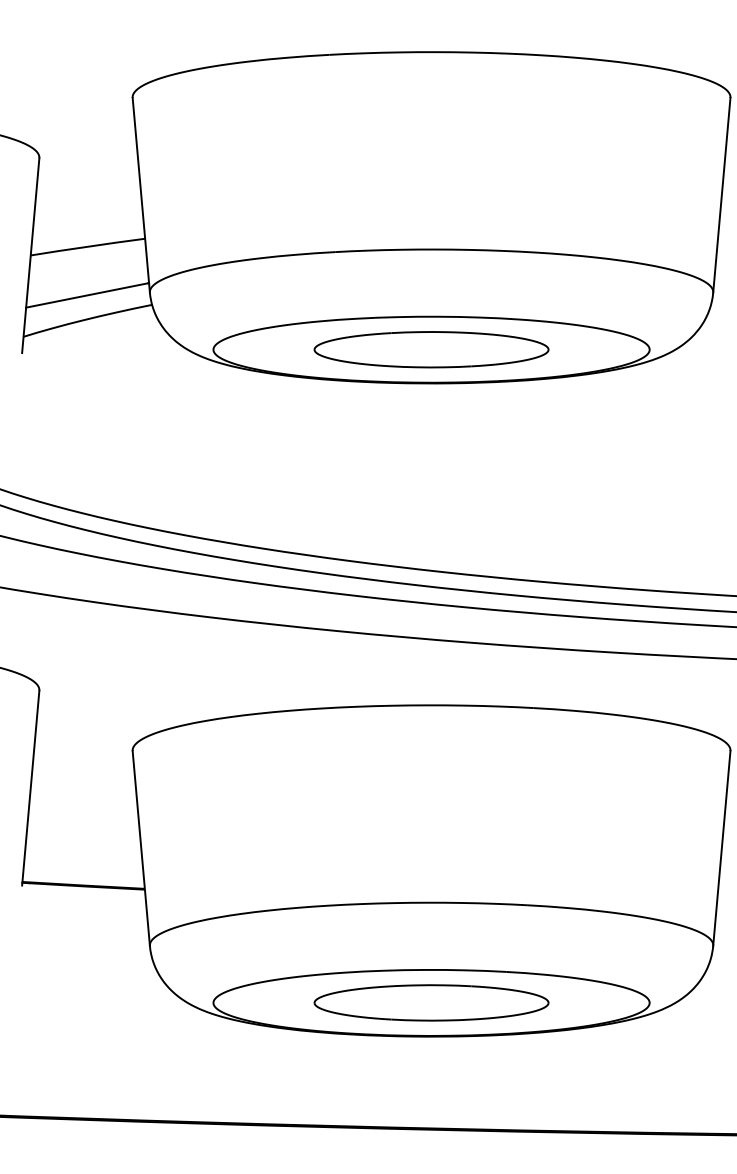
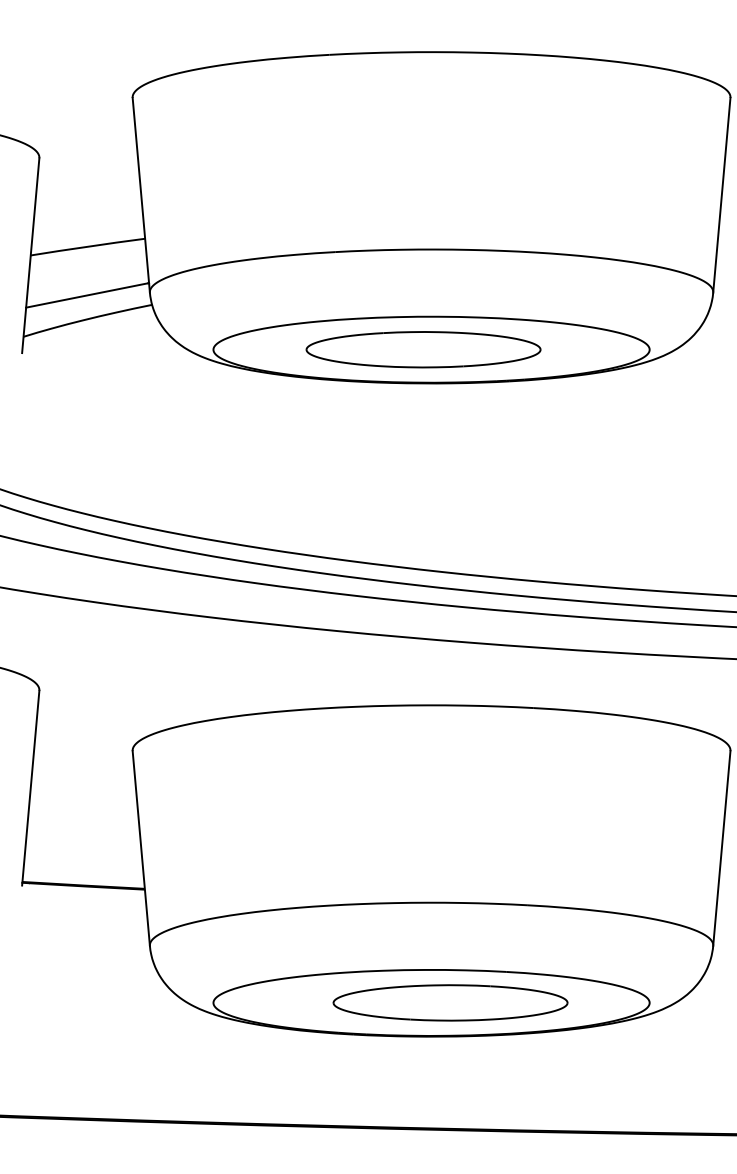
part at (431, 349) position: (431, 349) -> (423, 349)
part at (431, 1002) position: (431, 1002) -> (450, 1002)
